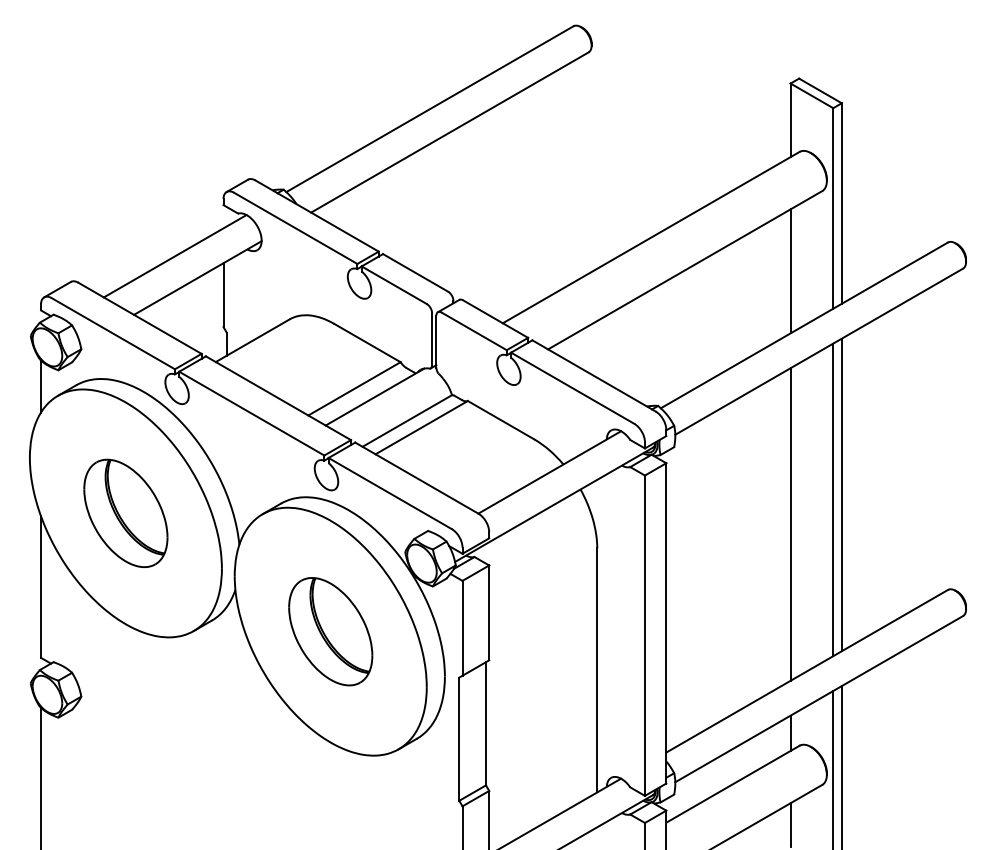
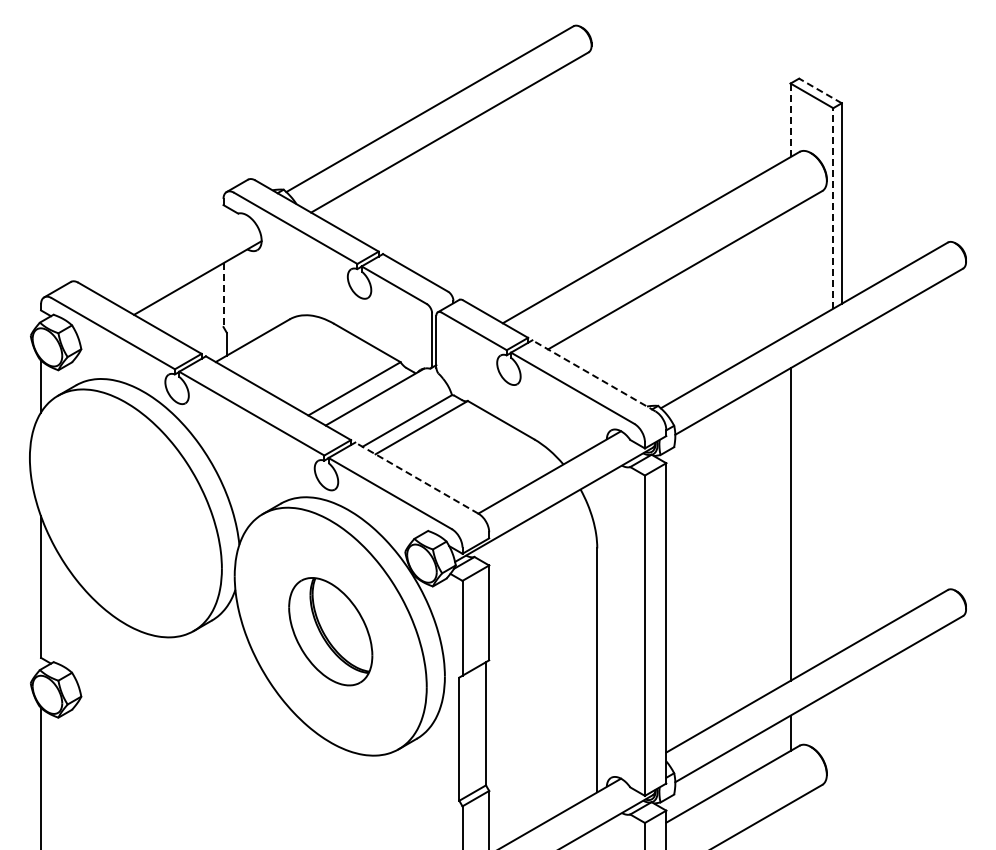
line at (820, 90): solid -> dashed
line at (790, 120): solid -> dashed
line at (833, 207): solid -> dashed
line at (174, 256): present -> none
line at (790, 271): present -> none
line at (223, 295): solid -> dashed
line at (593, 375): solid -> dashed
line at (416, 477): solid -> dashed
line at (841, 494): present -> none
line at (833, 499): present -> none
part at (125, 512): present -> none
line at (841, 766): present -> none
line at (833, 768): present -> none
line at (790, 824): present -> none
